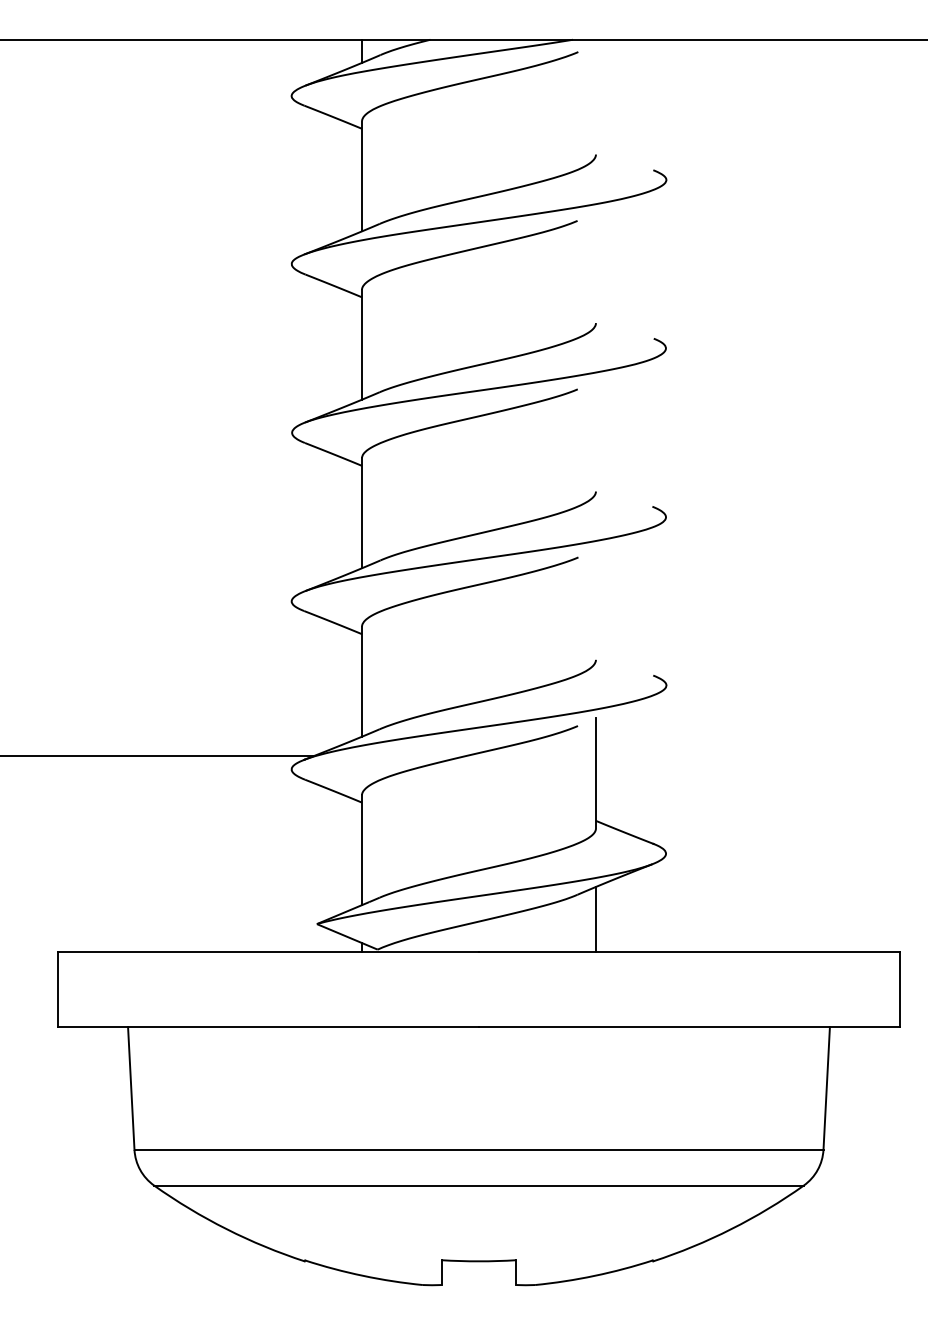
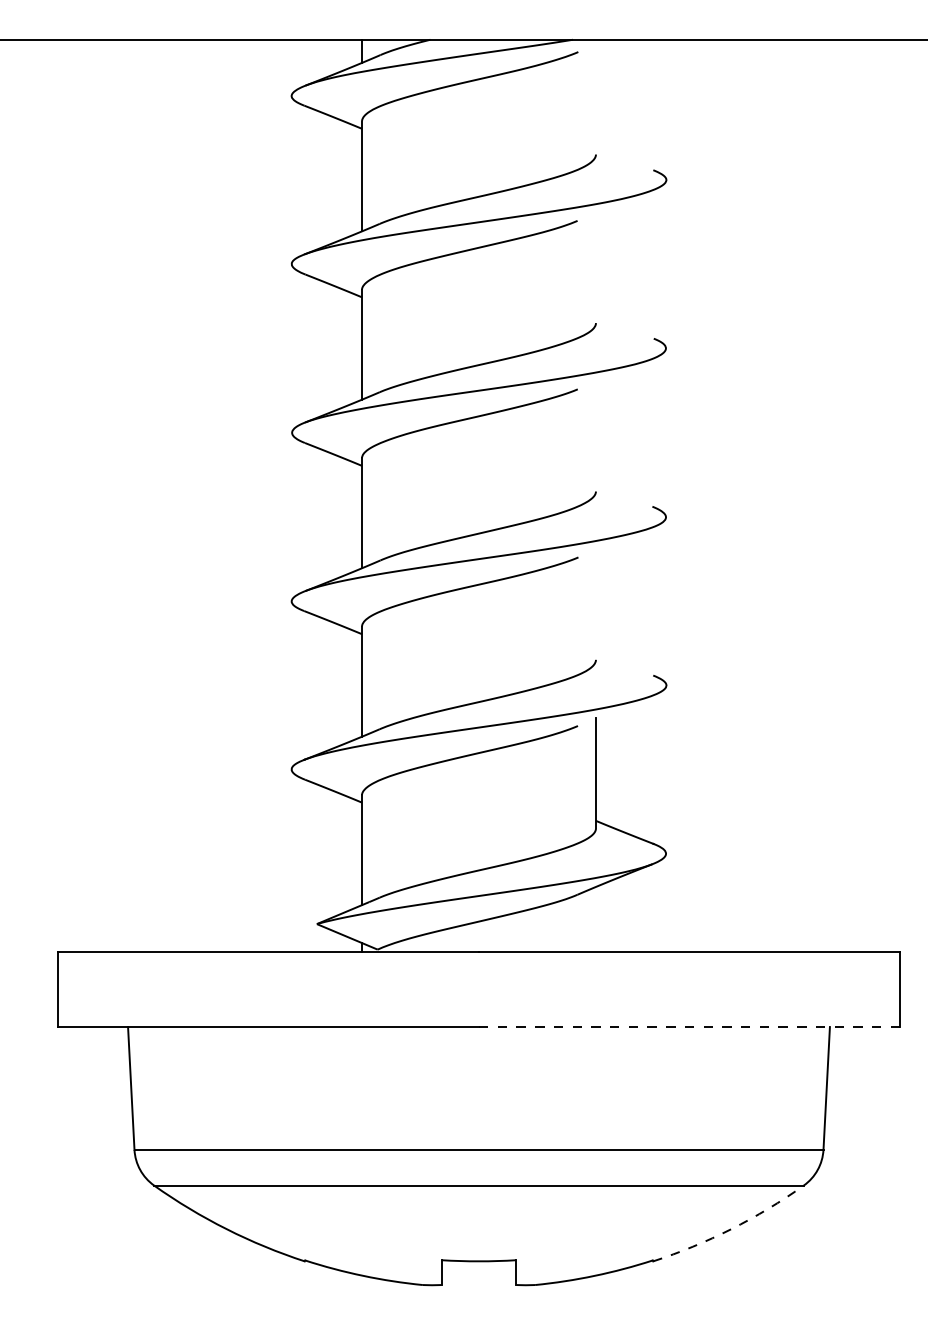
line at (158, 755): present -> none
line at (595, 919): present -> none
line at (689, 1027): solid -> dashed
arc at (731, 1229): solid -> dashed
